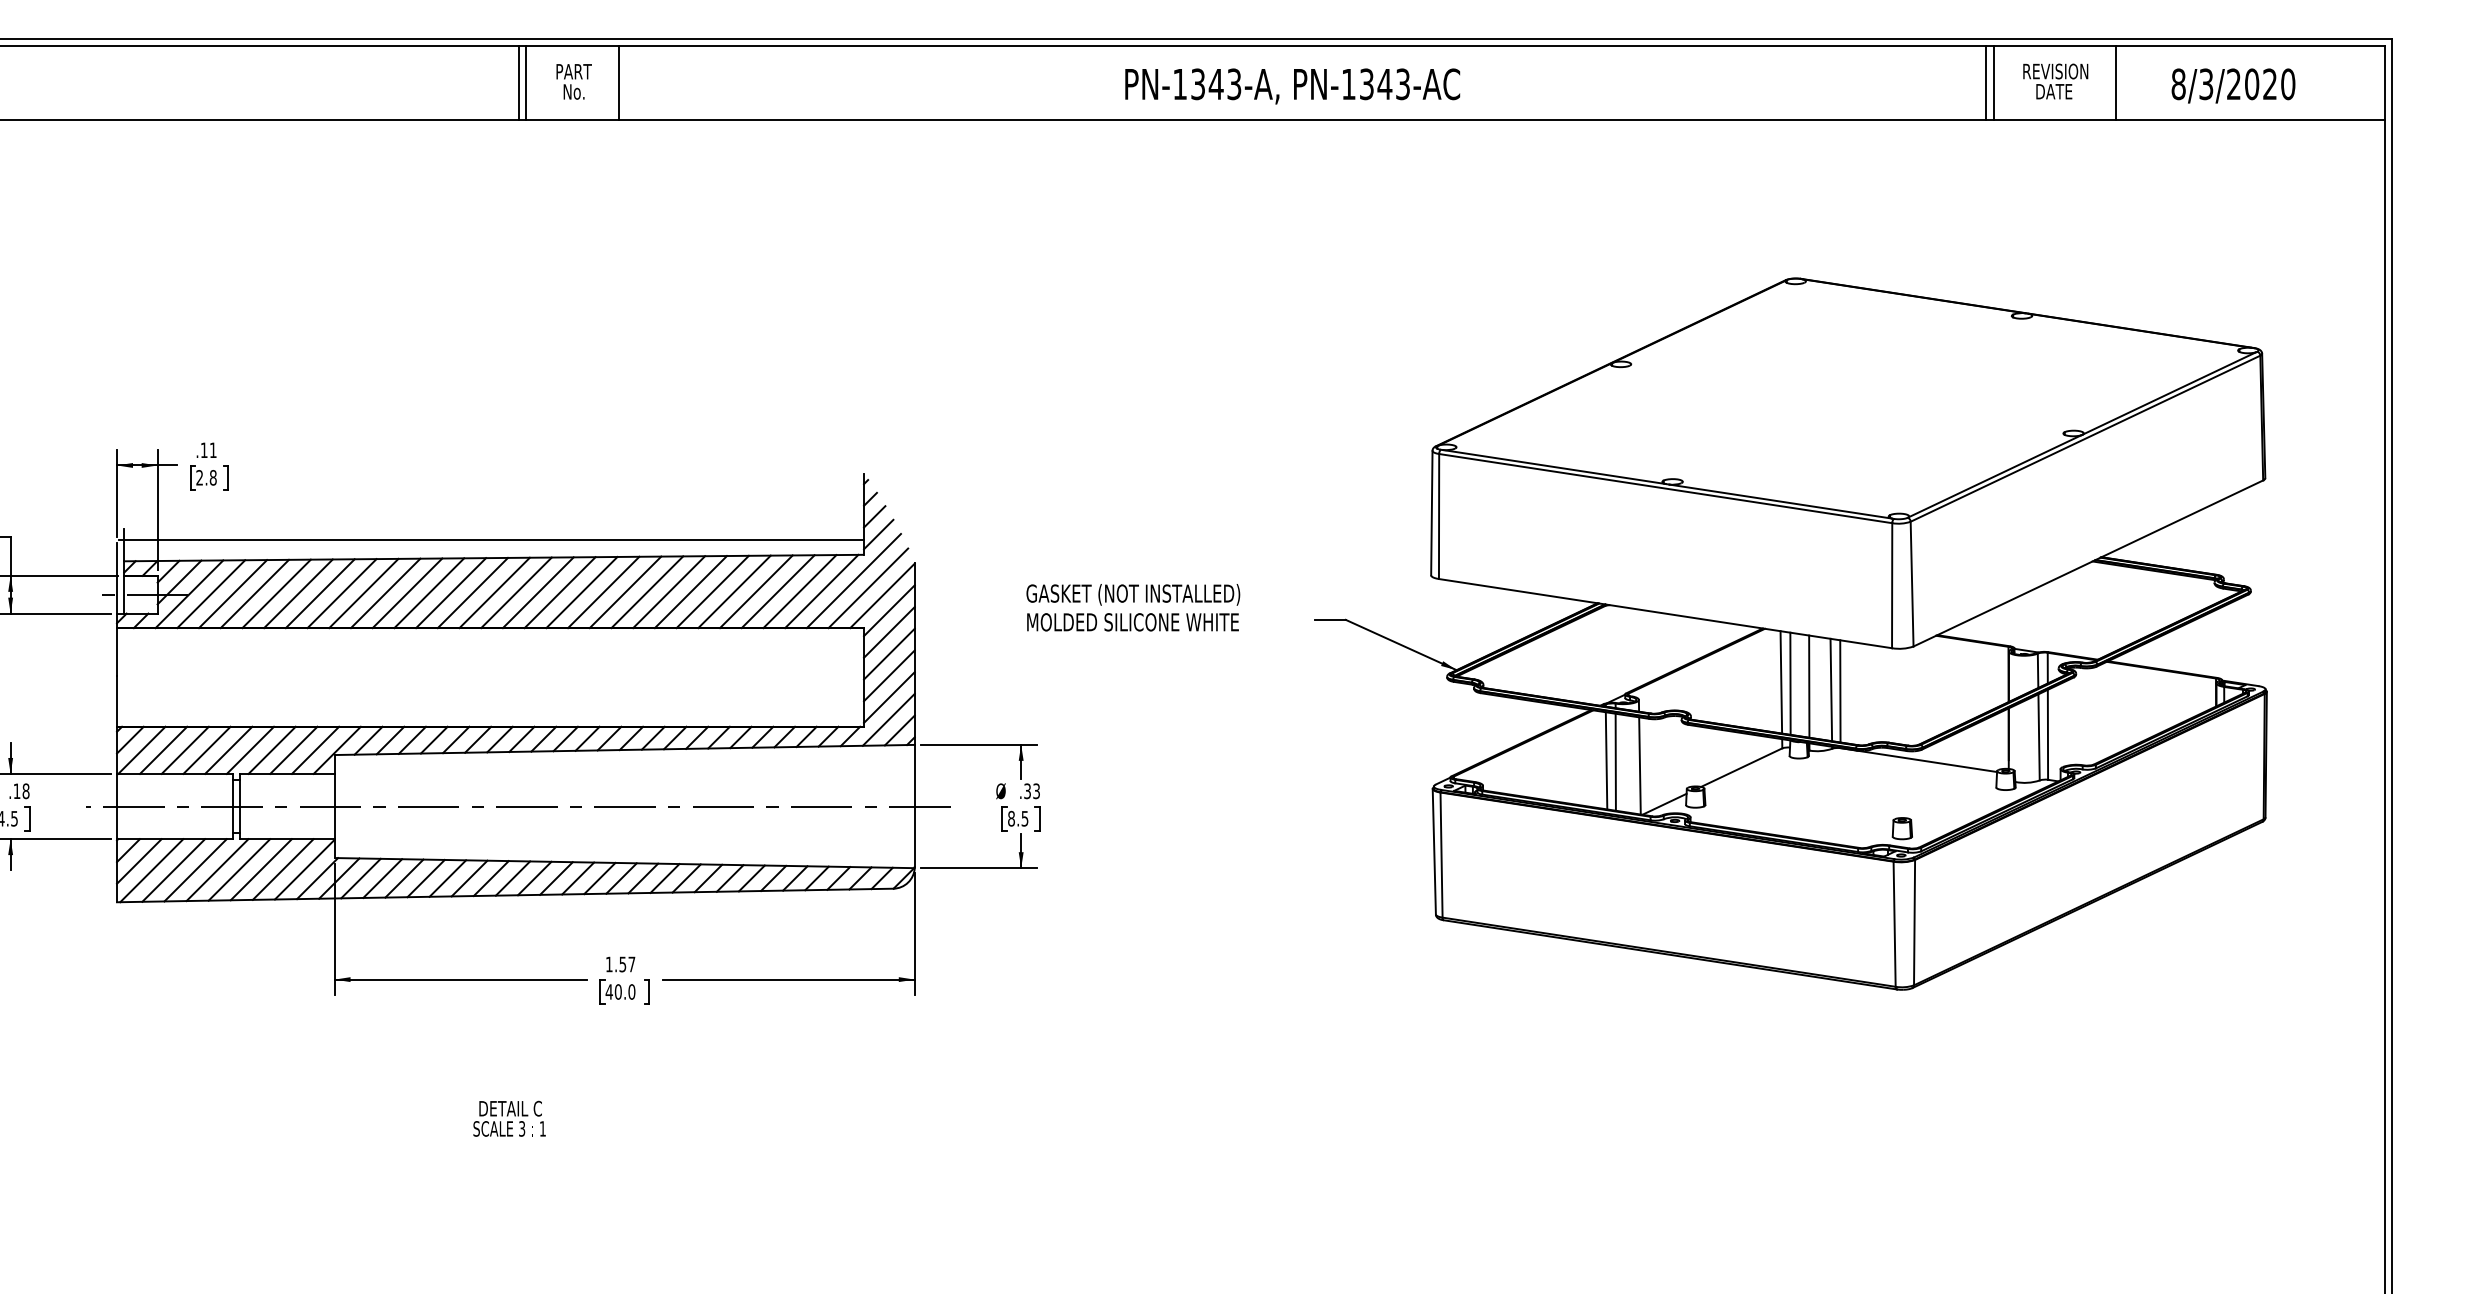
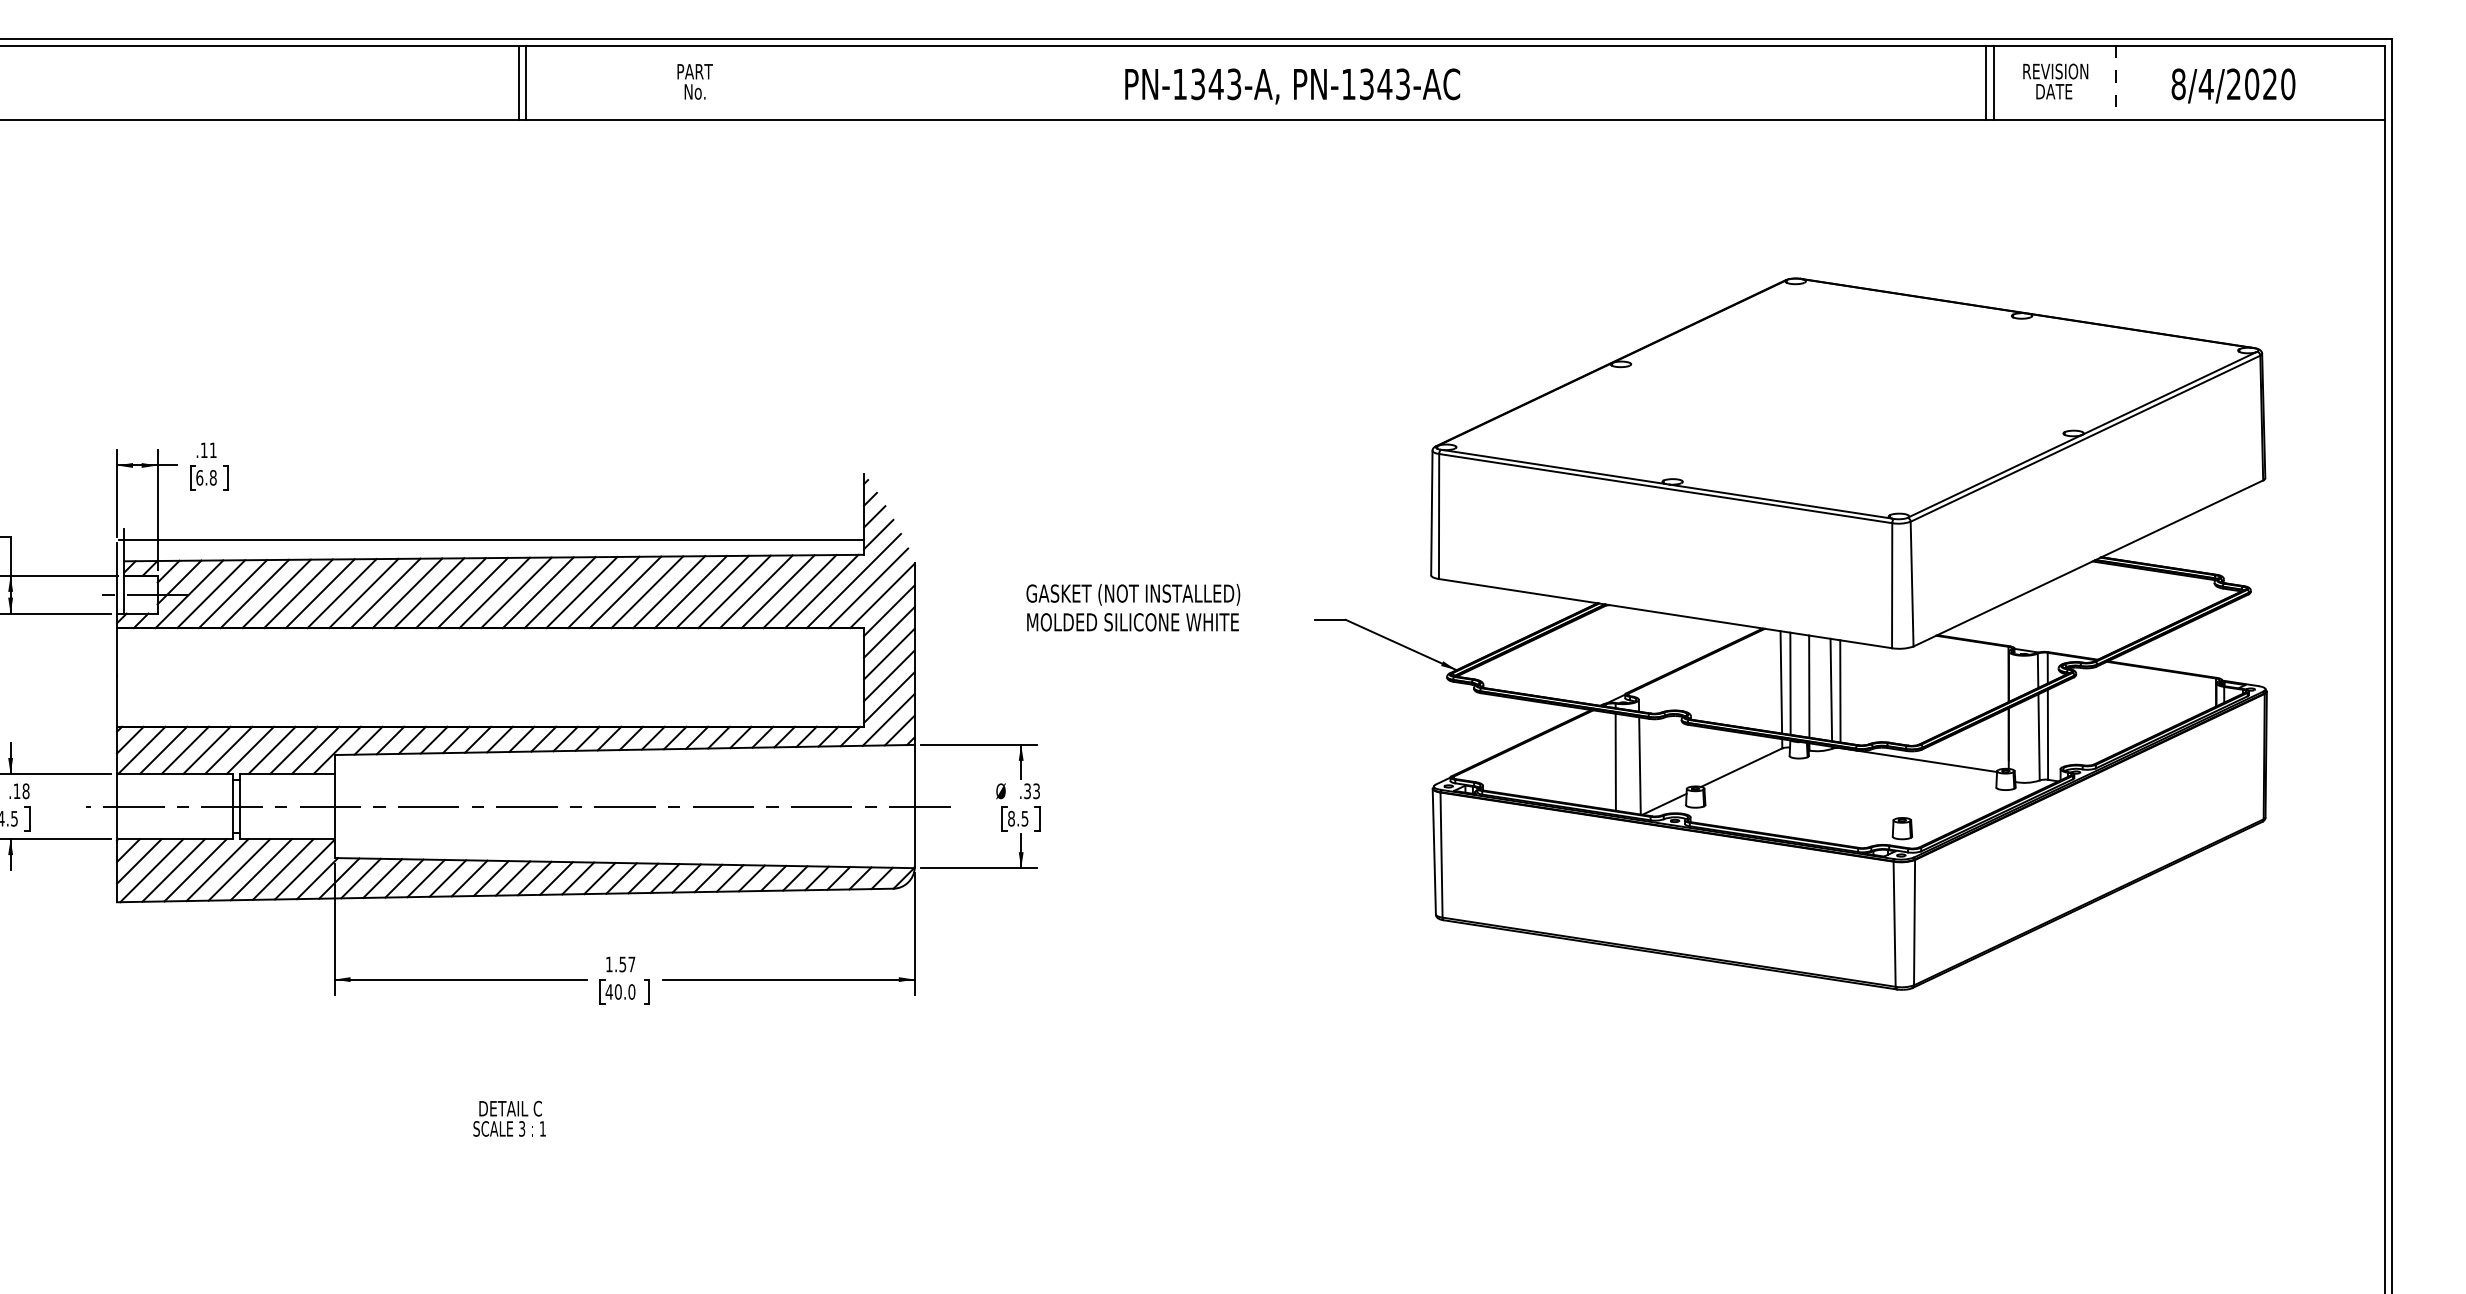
text at (573, 81) position: (573, 81) -> (694, 81)
line at (618, 82): present -> none
line at (2116, 83): solid -> dashed
text at (2205, 84): 8/3/2020 -> 8/4/2020
text at (199, 477): 2.8 -> 6.8
line at (1606, 760): present -> none
